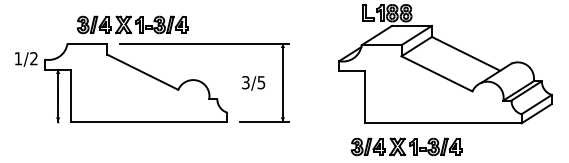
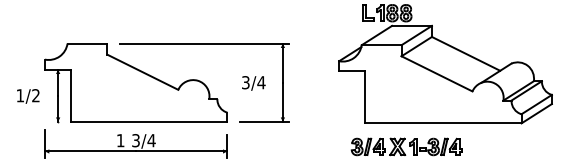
part at (132, 24): present -> none
text at (26, 59) position: (26, 59) -> (28, 96)
text at (261, 82): 3/5 -> 3/4
part at (135, 143): none -> present
